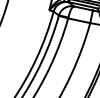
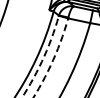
arc at (43, 58): solid -> dashed
arc at (53, 58): solid -> dashed
